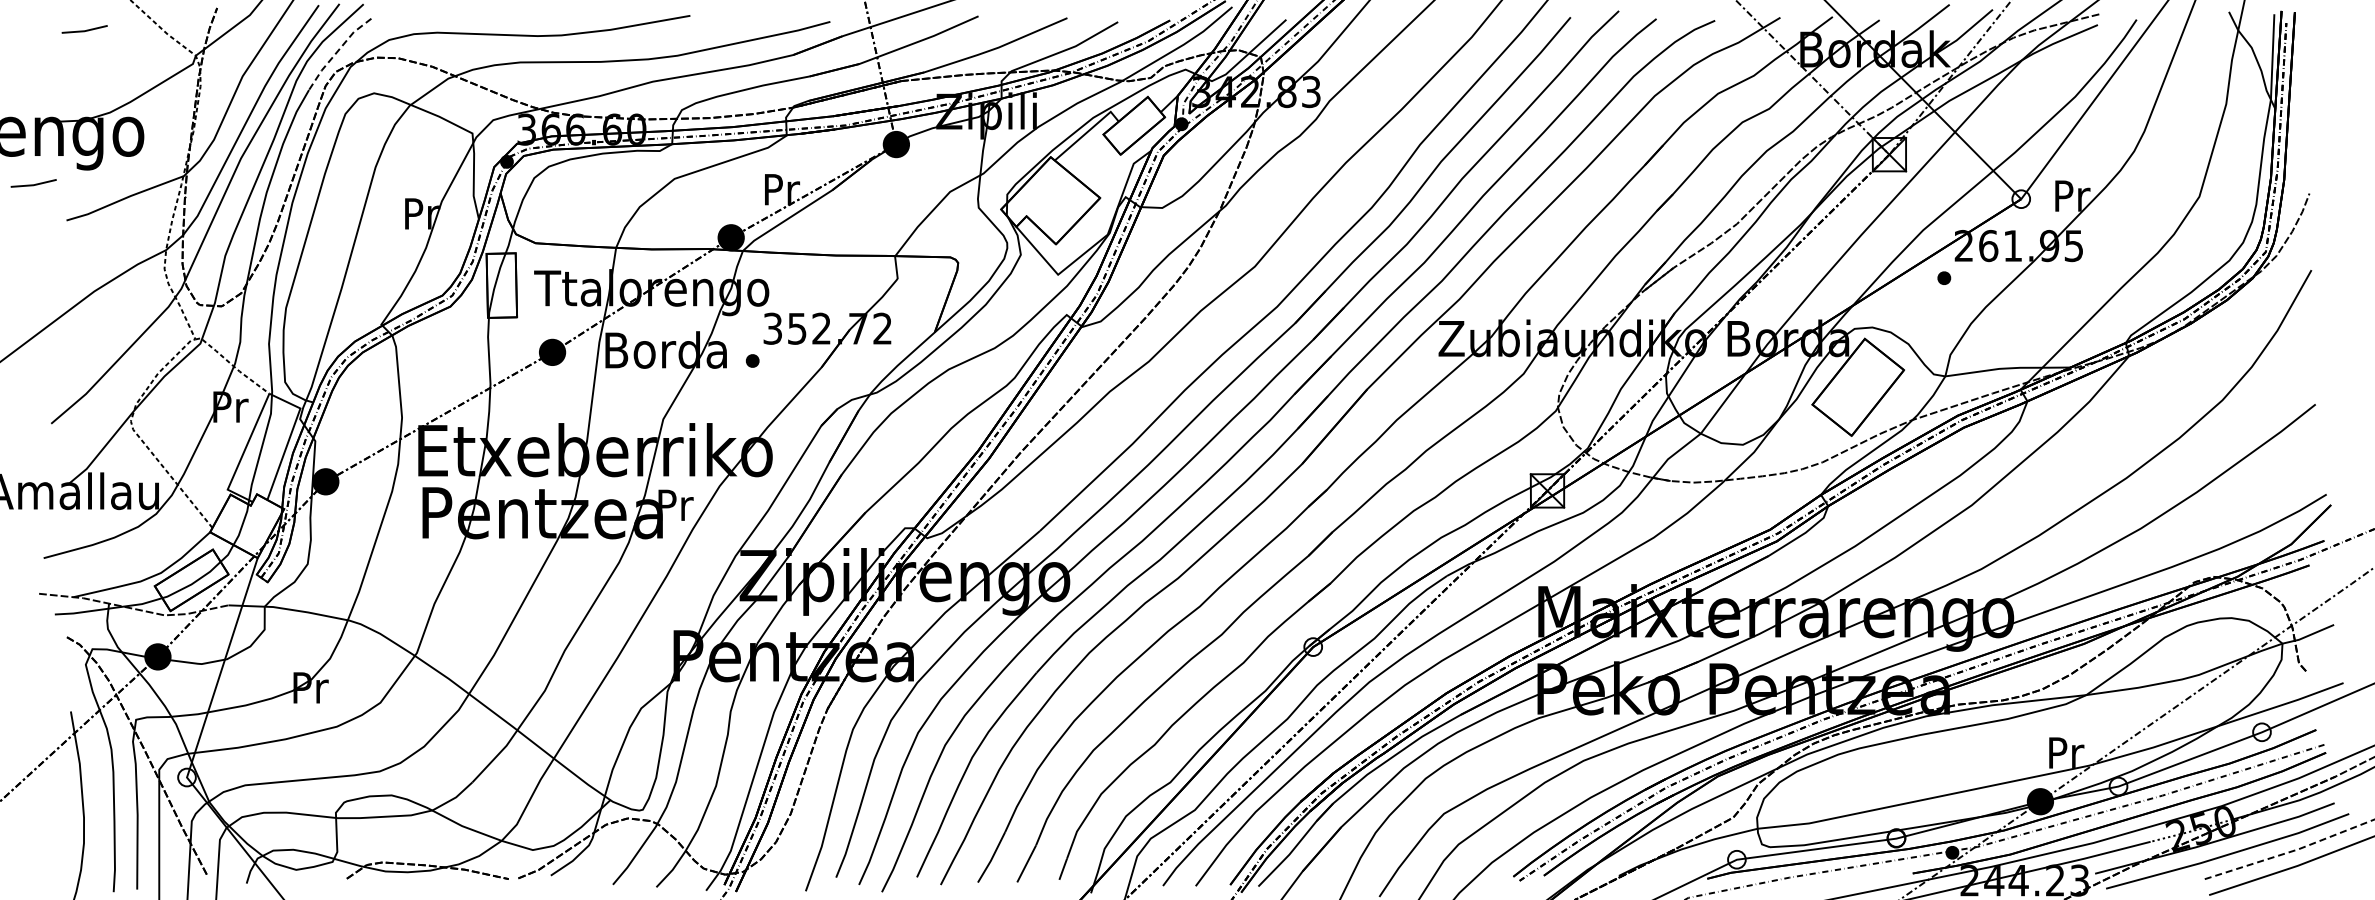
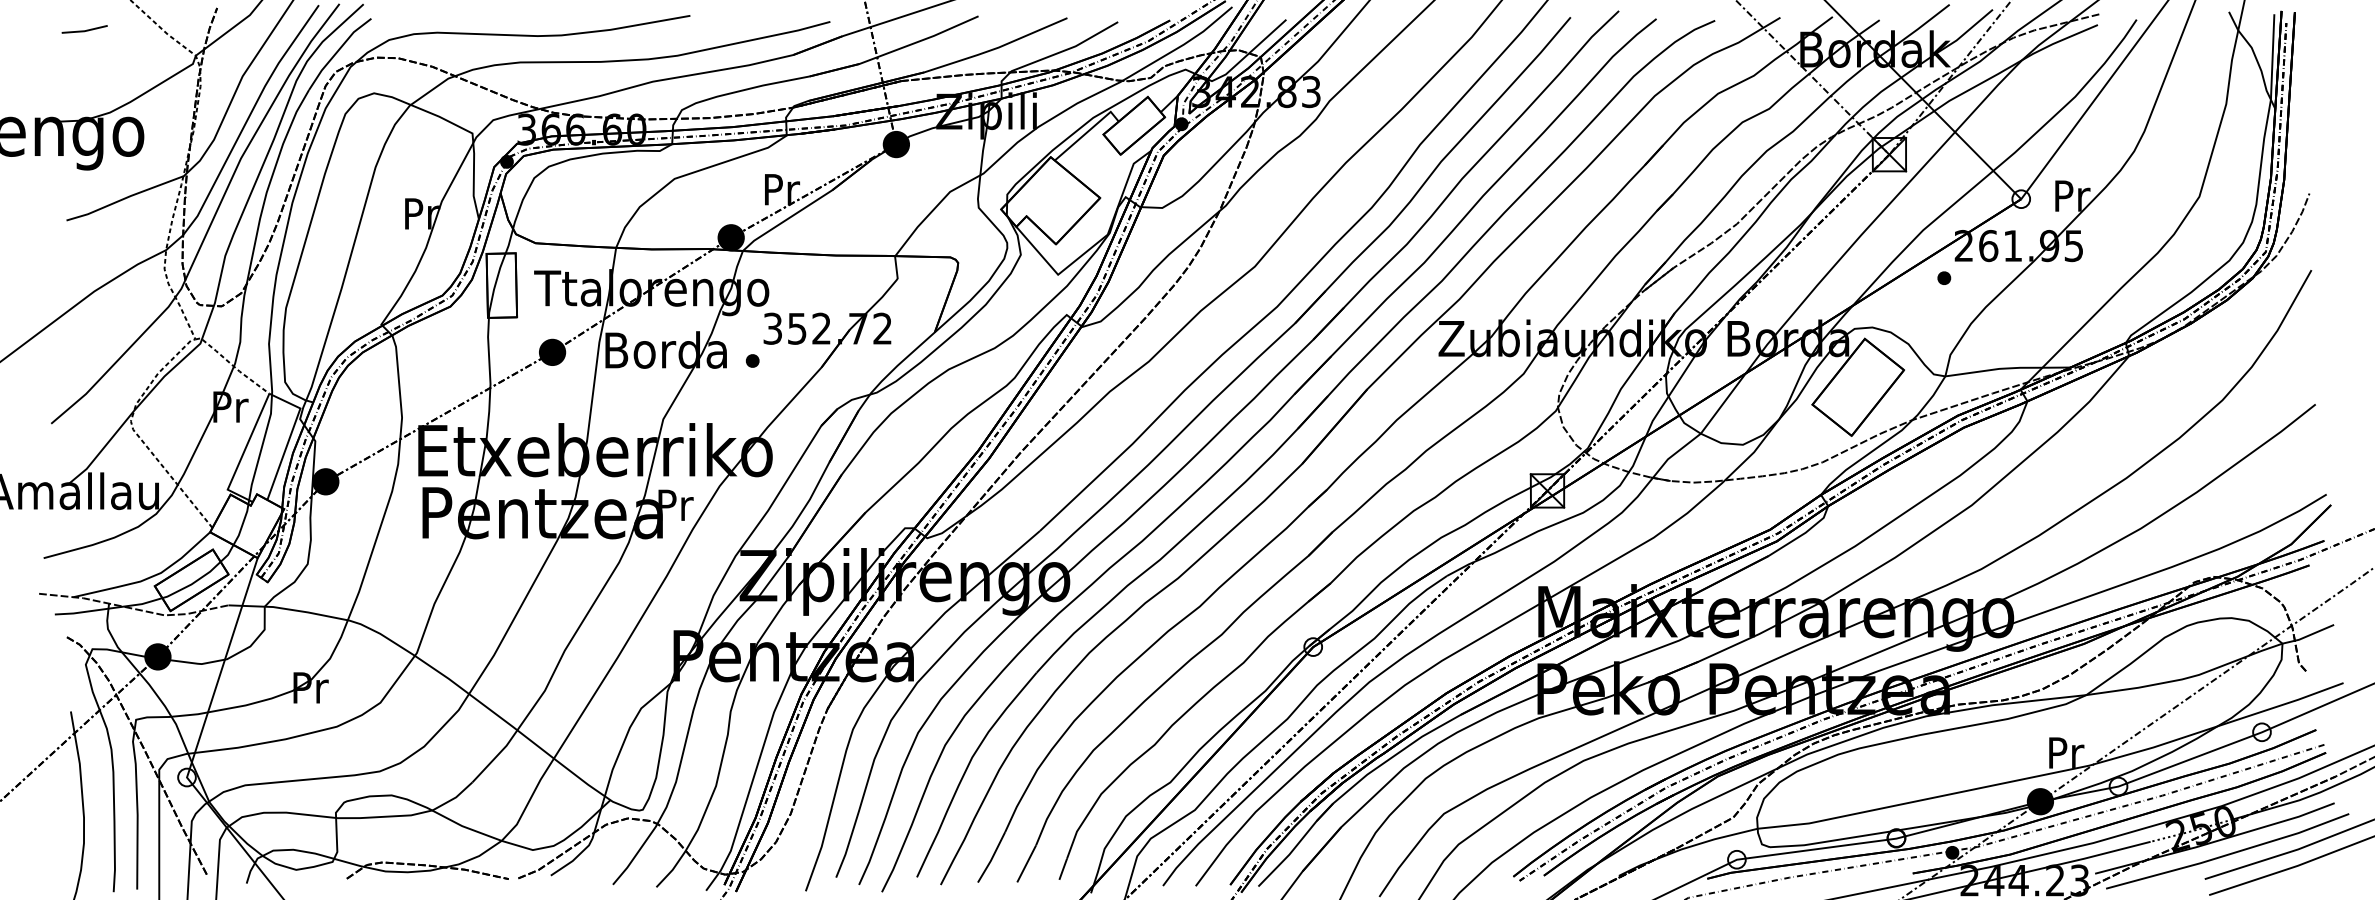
line at (337, 52): dashed -> solid
line at (33, 184): present -> none
line at (2290, 851): dashed -> solid
